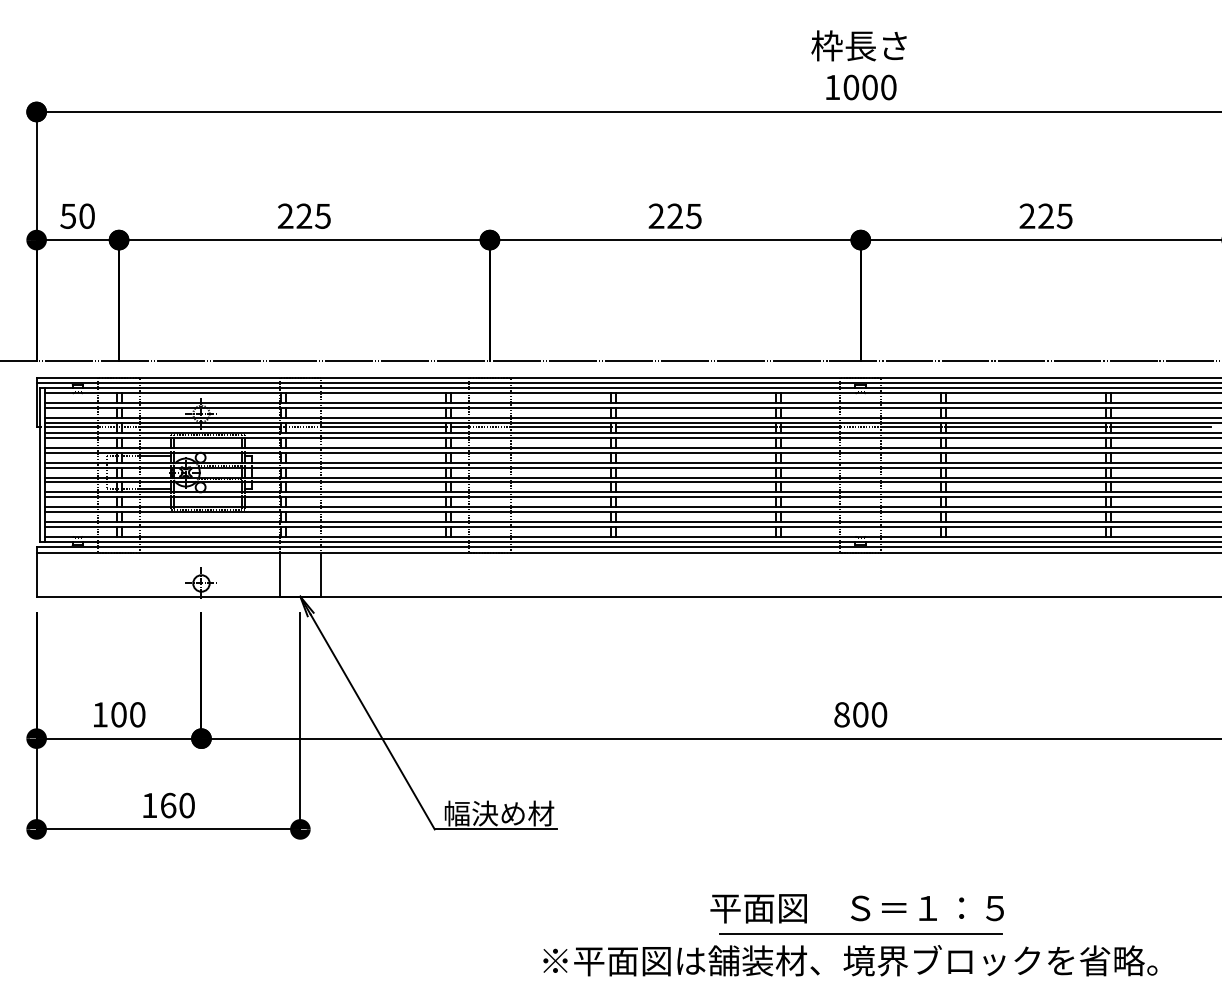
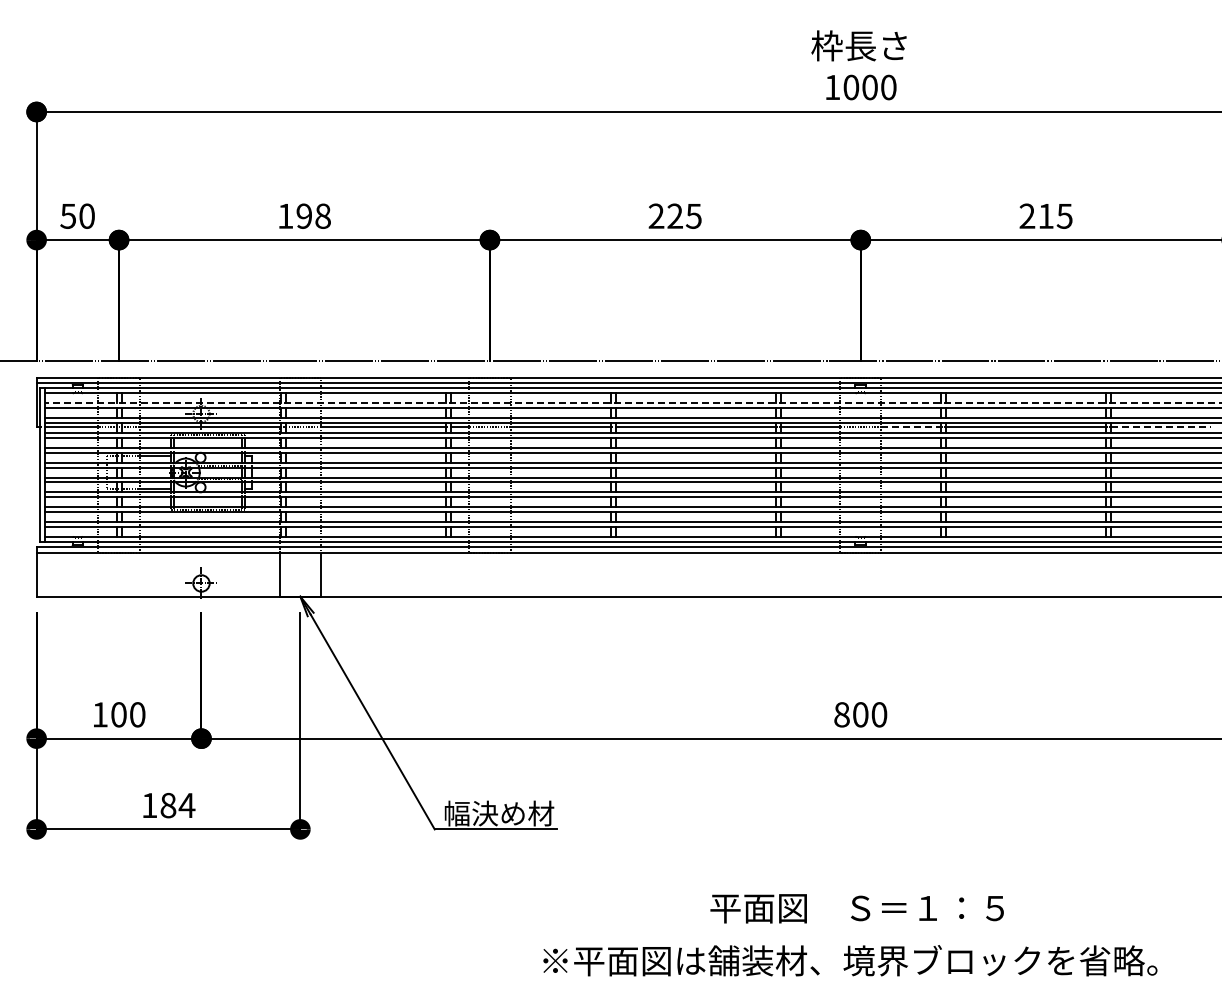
text at (304, 215): 225 -> 198
text at (1045, 215): 225 -> 215
line at (632, 403): solid -> dashed
line at (911, 427): solid -> dashed
line at (1161, 427): solid -> dashed
text at (177, 805): 160 -> 184
line at (860, 934): present -> none
